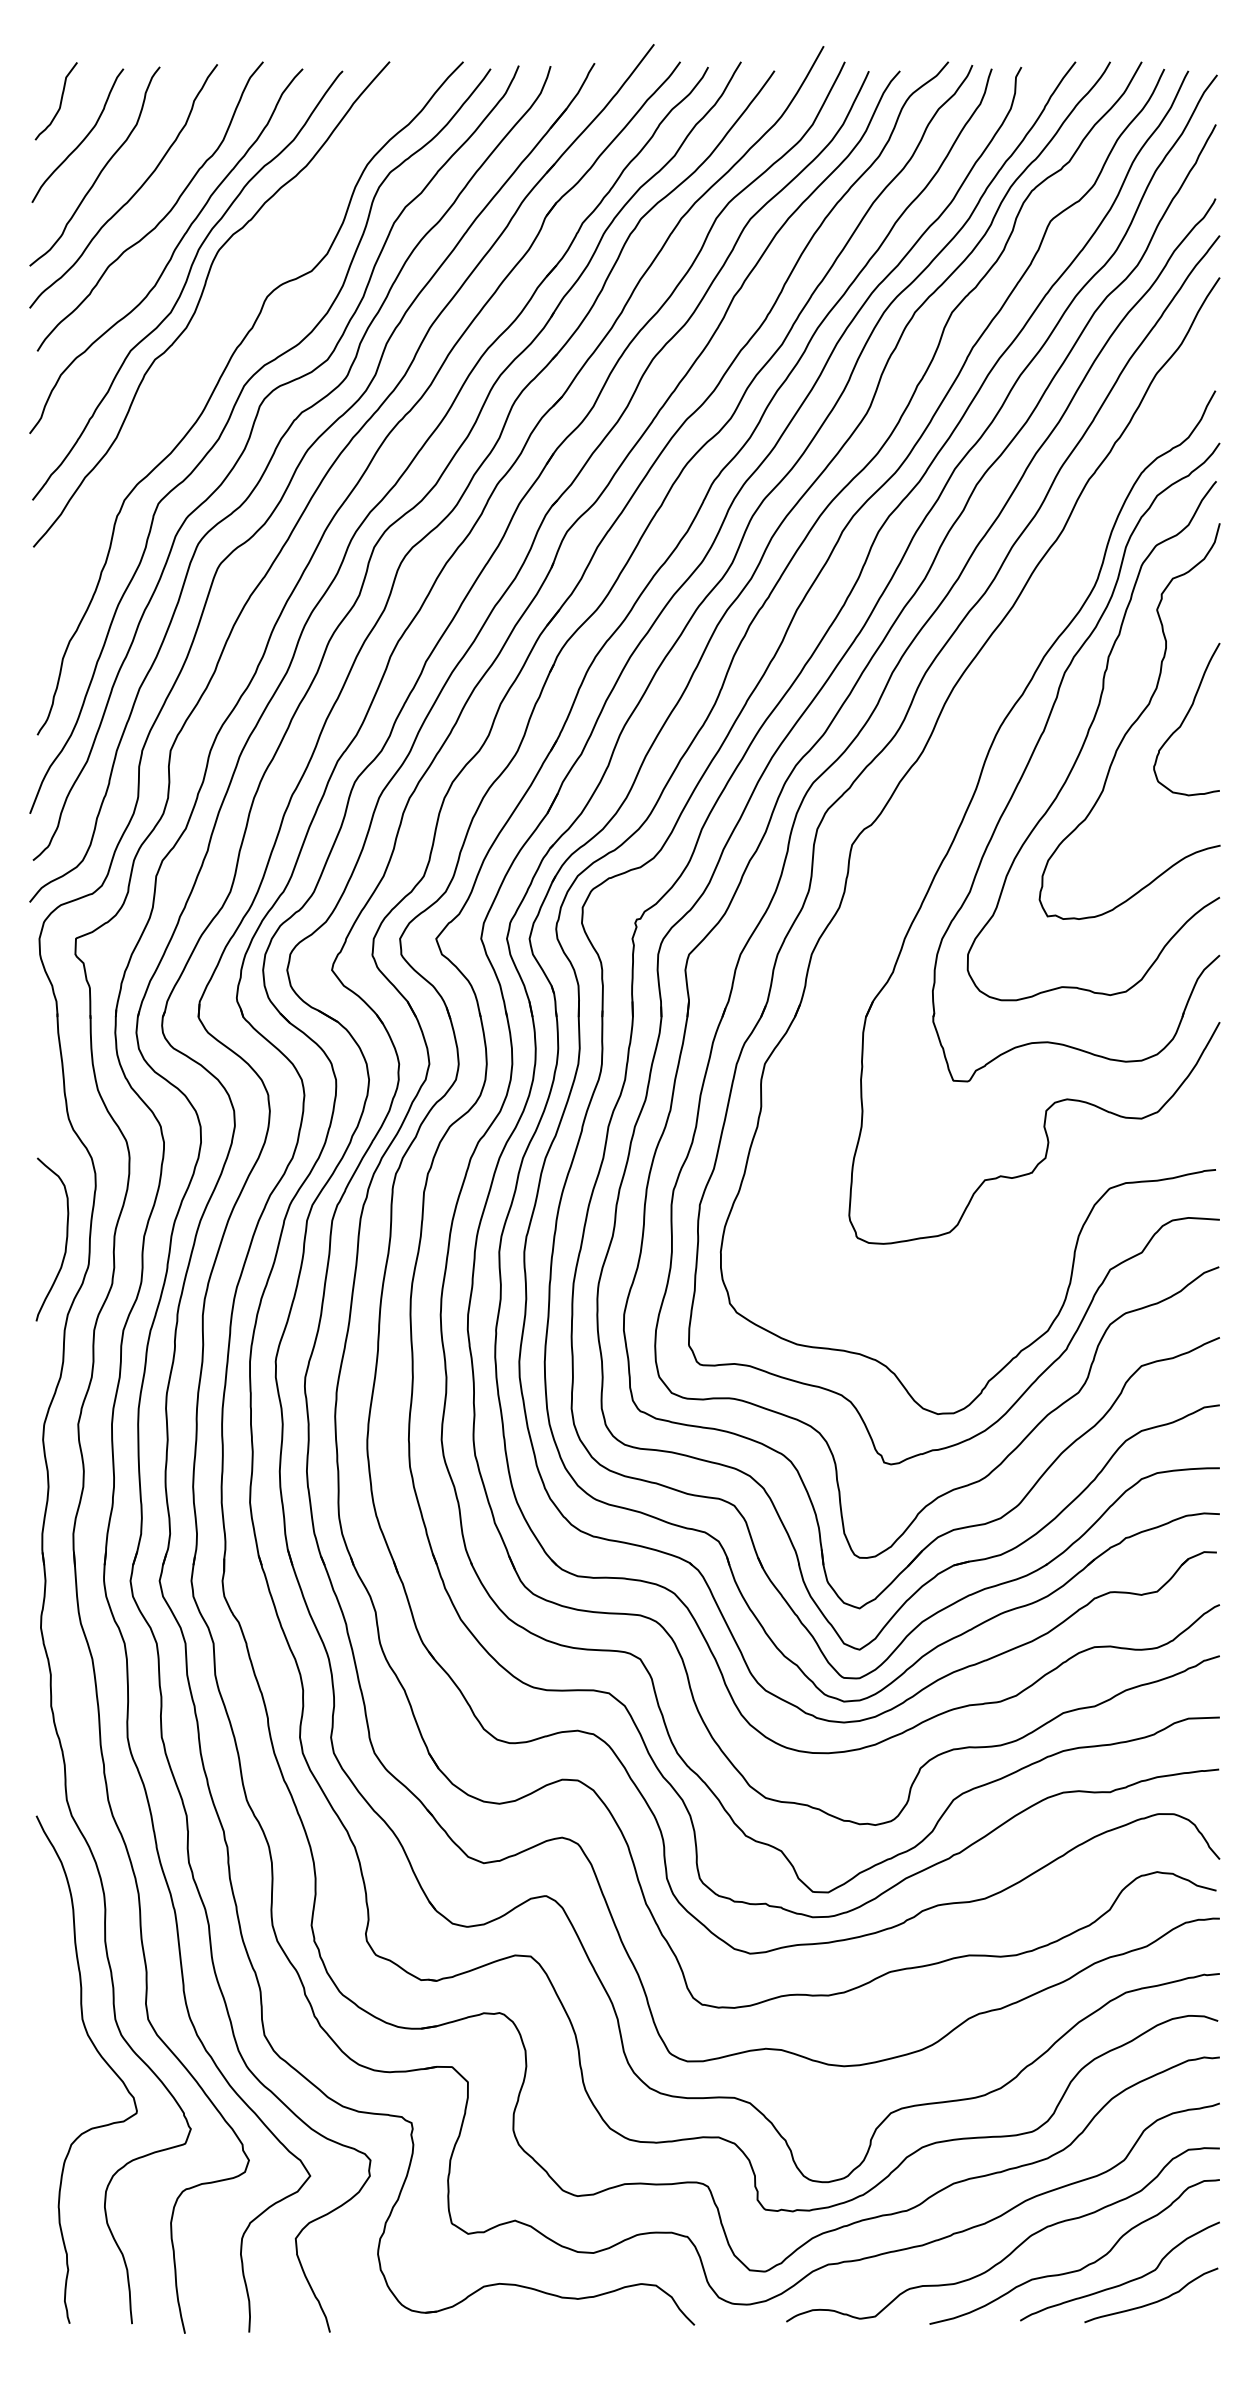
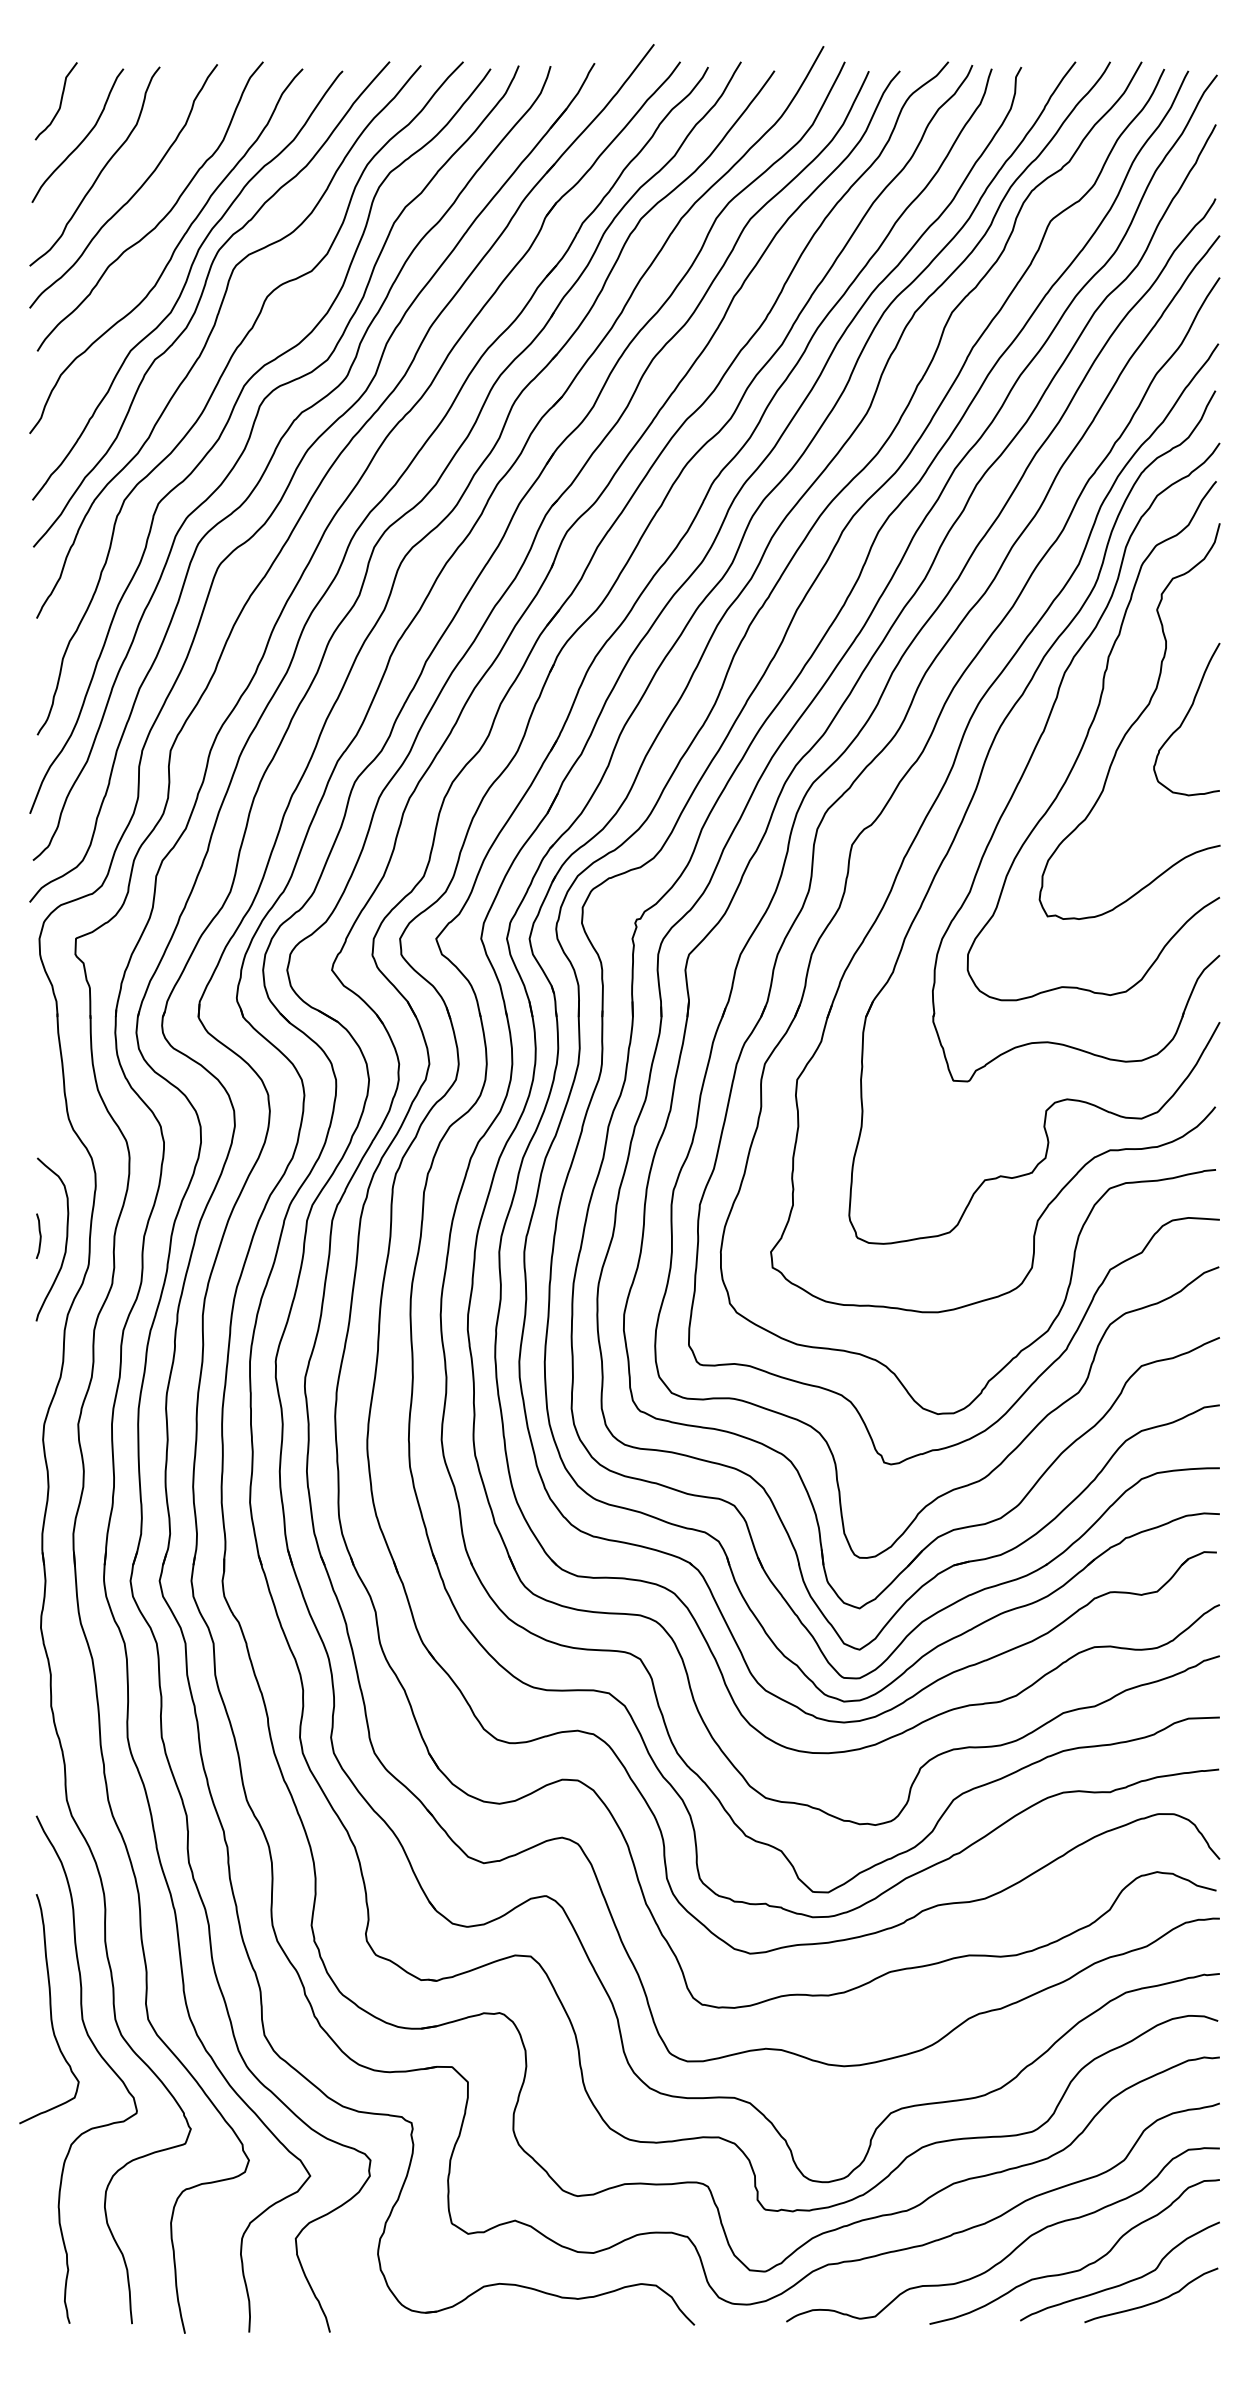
curve at (210, 336): none -> present
part at (940, 794): none -> present
curve at (39, 1235): none -> present
curve at (49, 2009): none -> present
